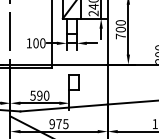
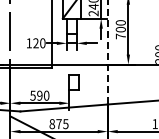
text at (35, 43): 100 -> 120
line at (107, 52): solid -> dashed
text at (52, 124): 975 -> 875
